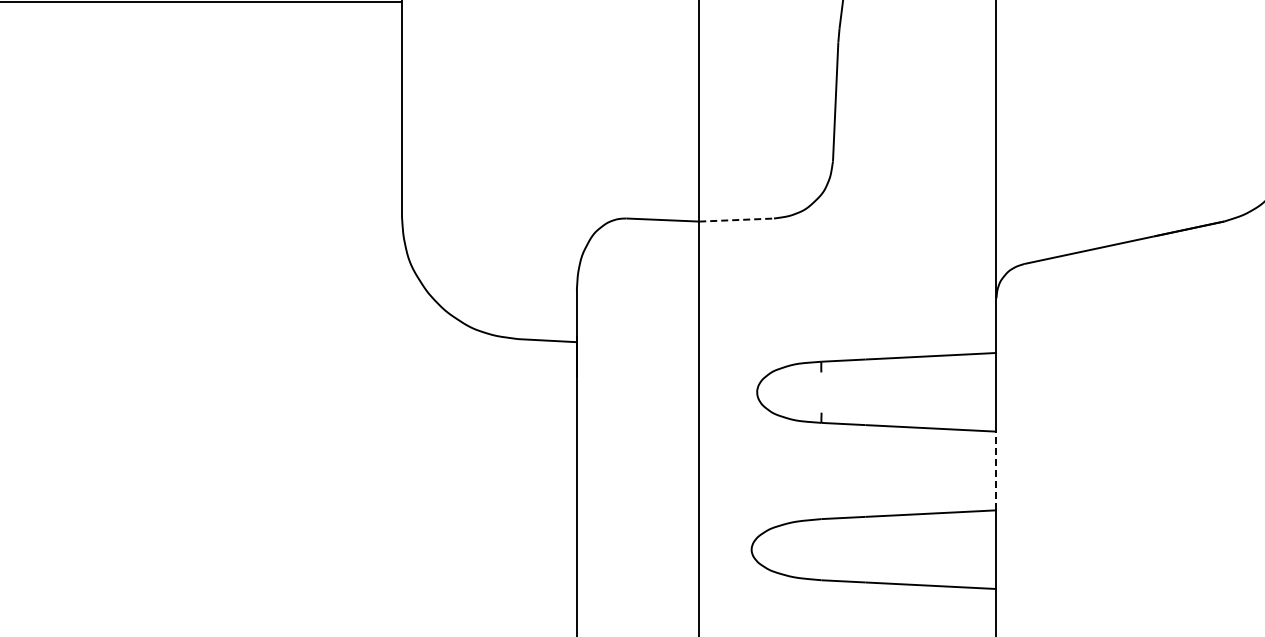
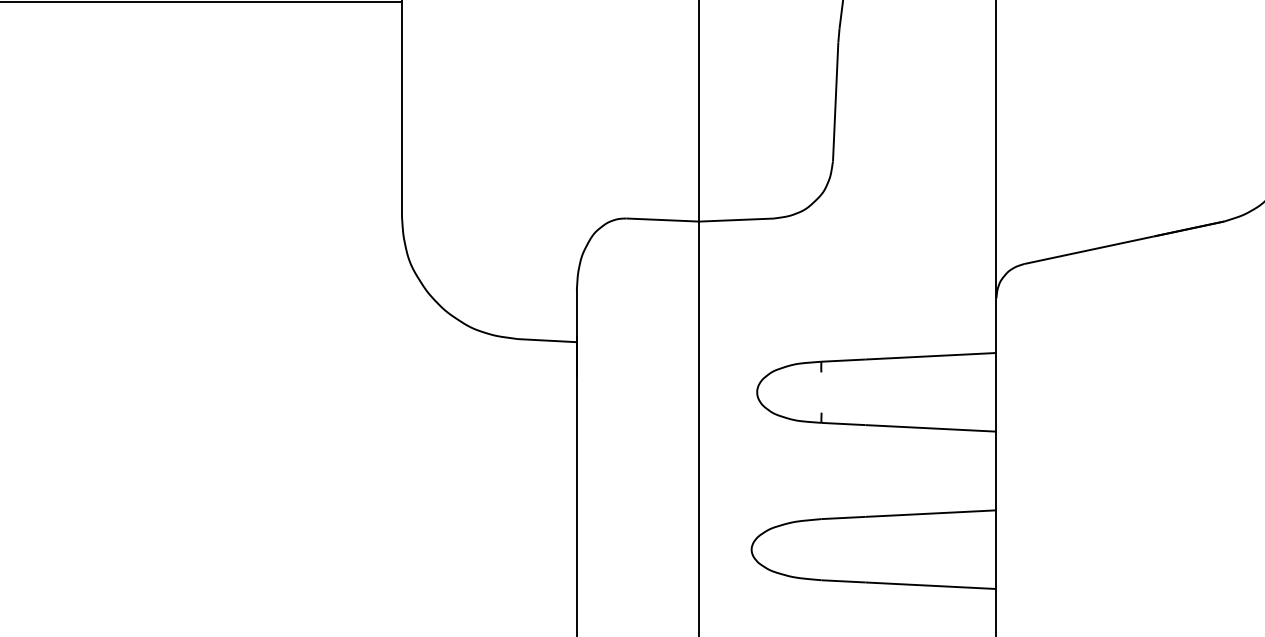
line at (737, 220): dashed -> solid
line at (996, 470): dashed -> solid
